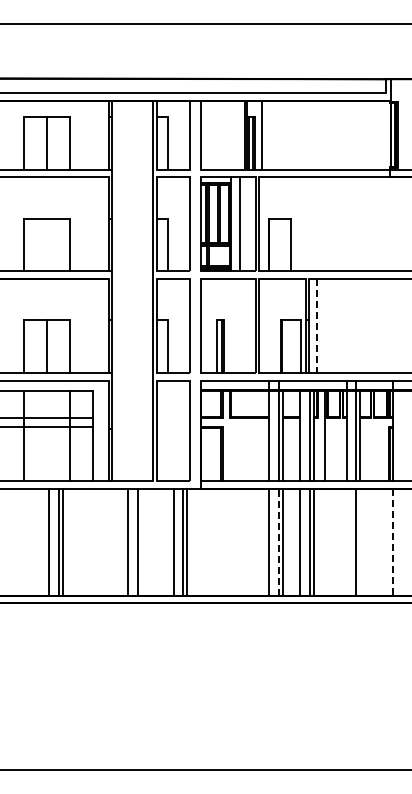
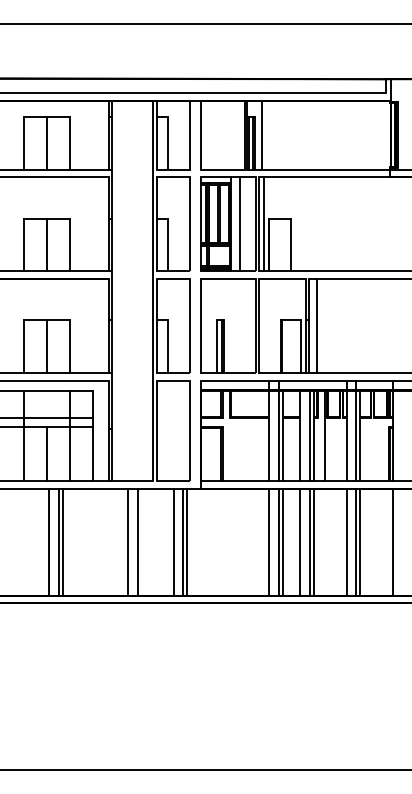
line at (264, 224): none -> present
line at (46, 244): none -> present
line at (317, 326): dashed -> solid
line at (46, 454): none -> present
line at (278, 541): dashed -> solid
line at (346, 541): none -> present
line at (360, 541): none -> present
line at (393, 542): dashed -> solid
